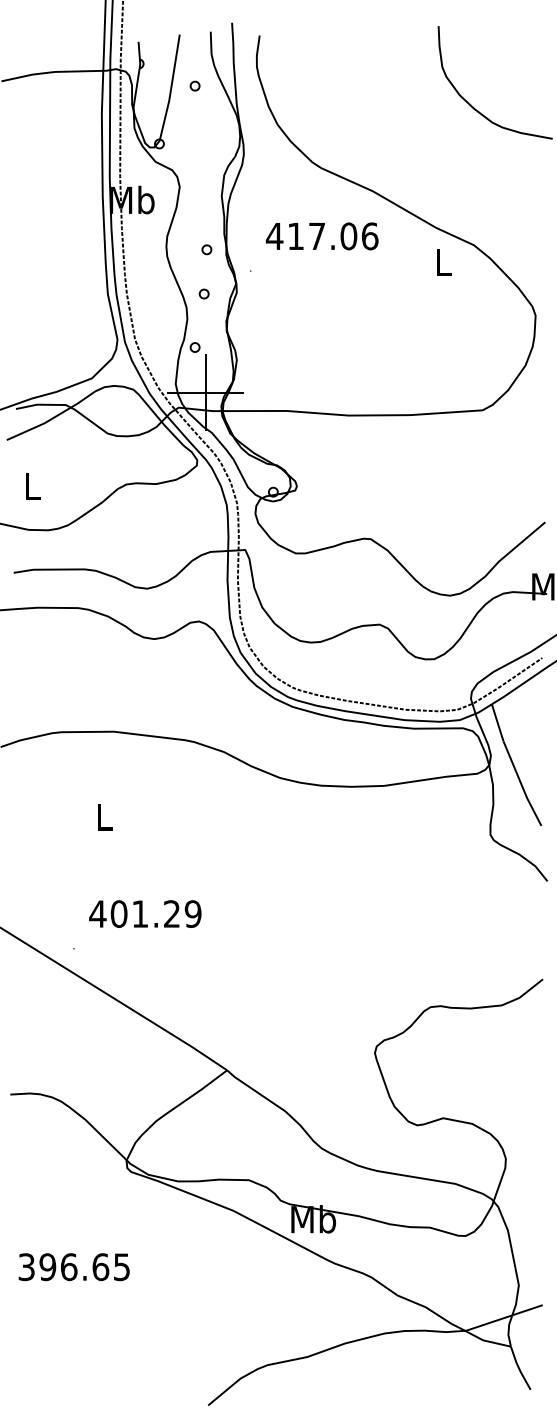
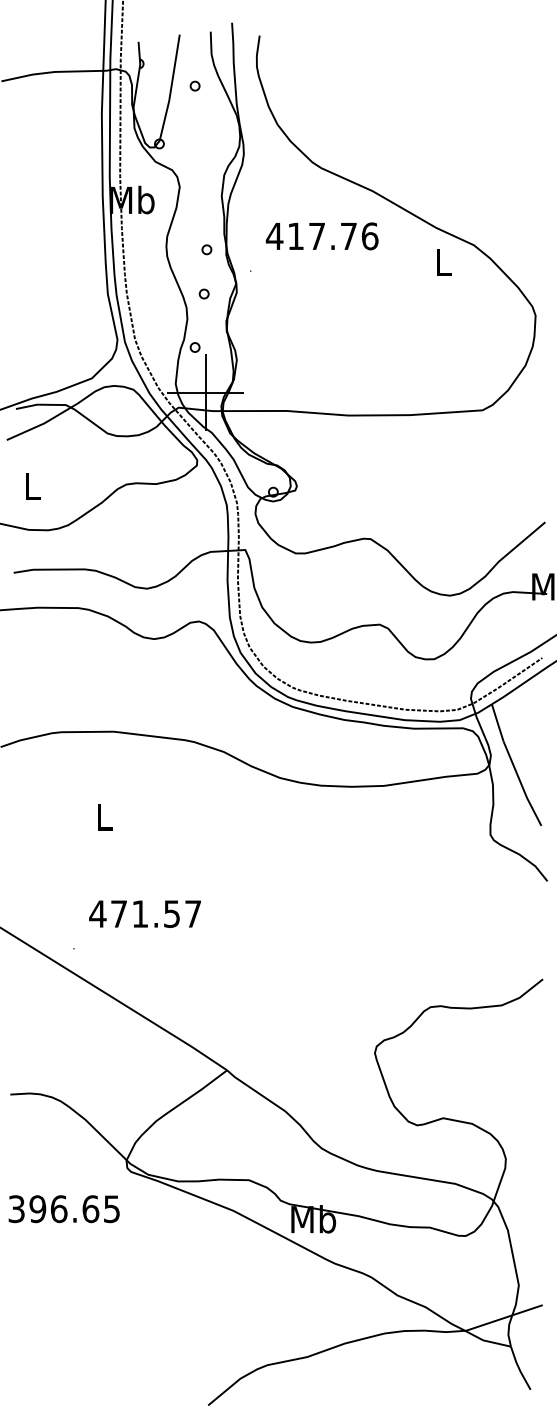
curve at (471, 104): present -> none
text at (348, 236): 417.06 -> 417.76
text at (155, 913): 401.29 -> 471.57
text at (73, 1267) position: (73, 1267) -> (63, 1209)
